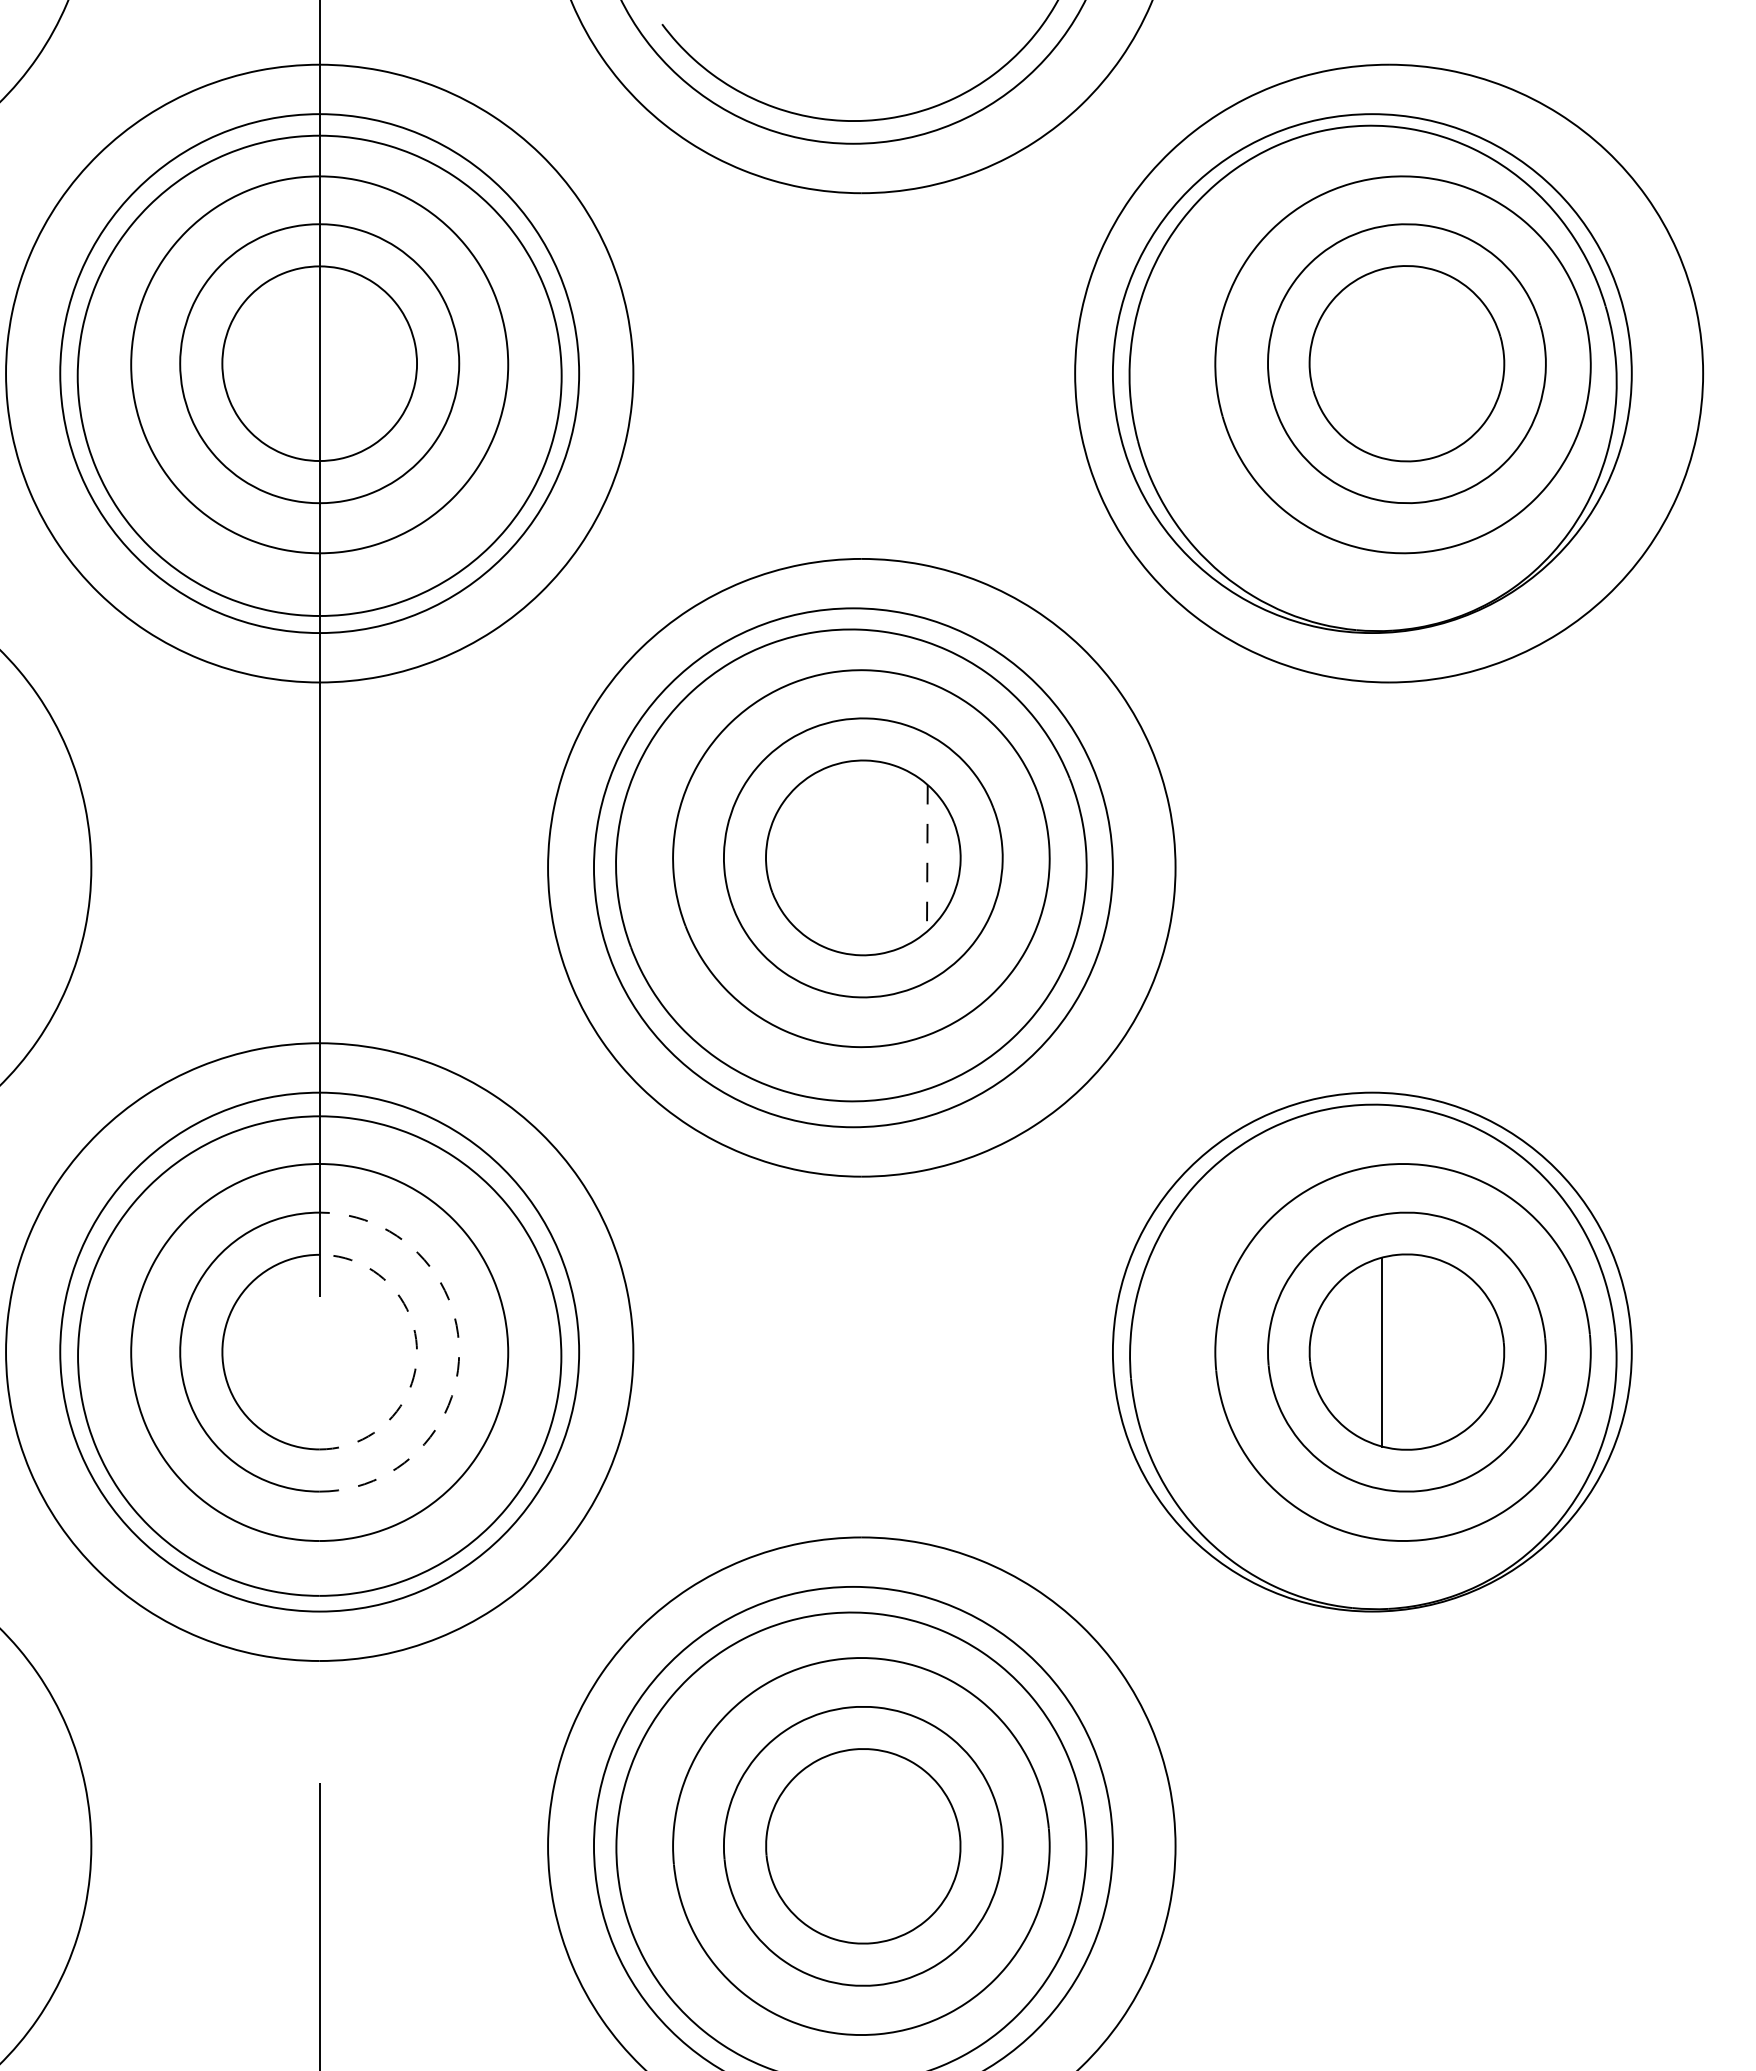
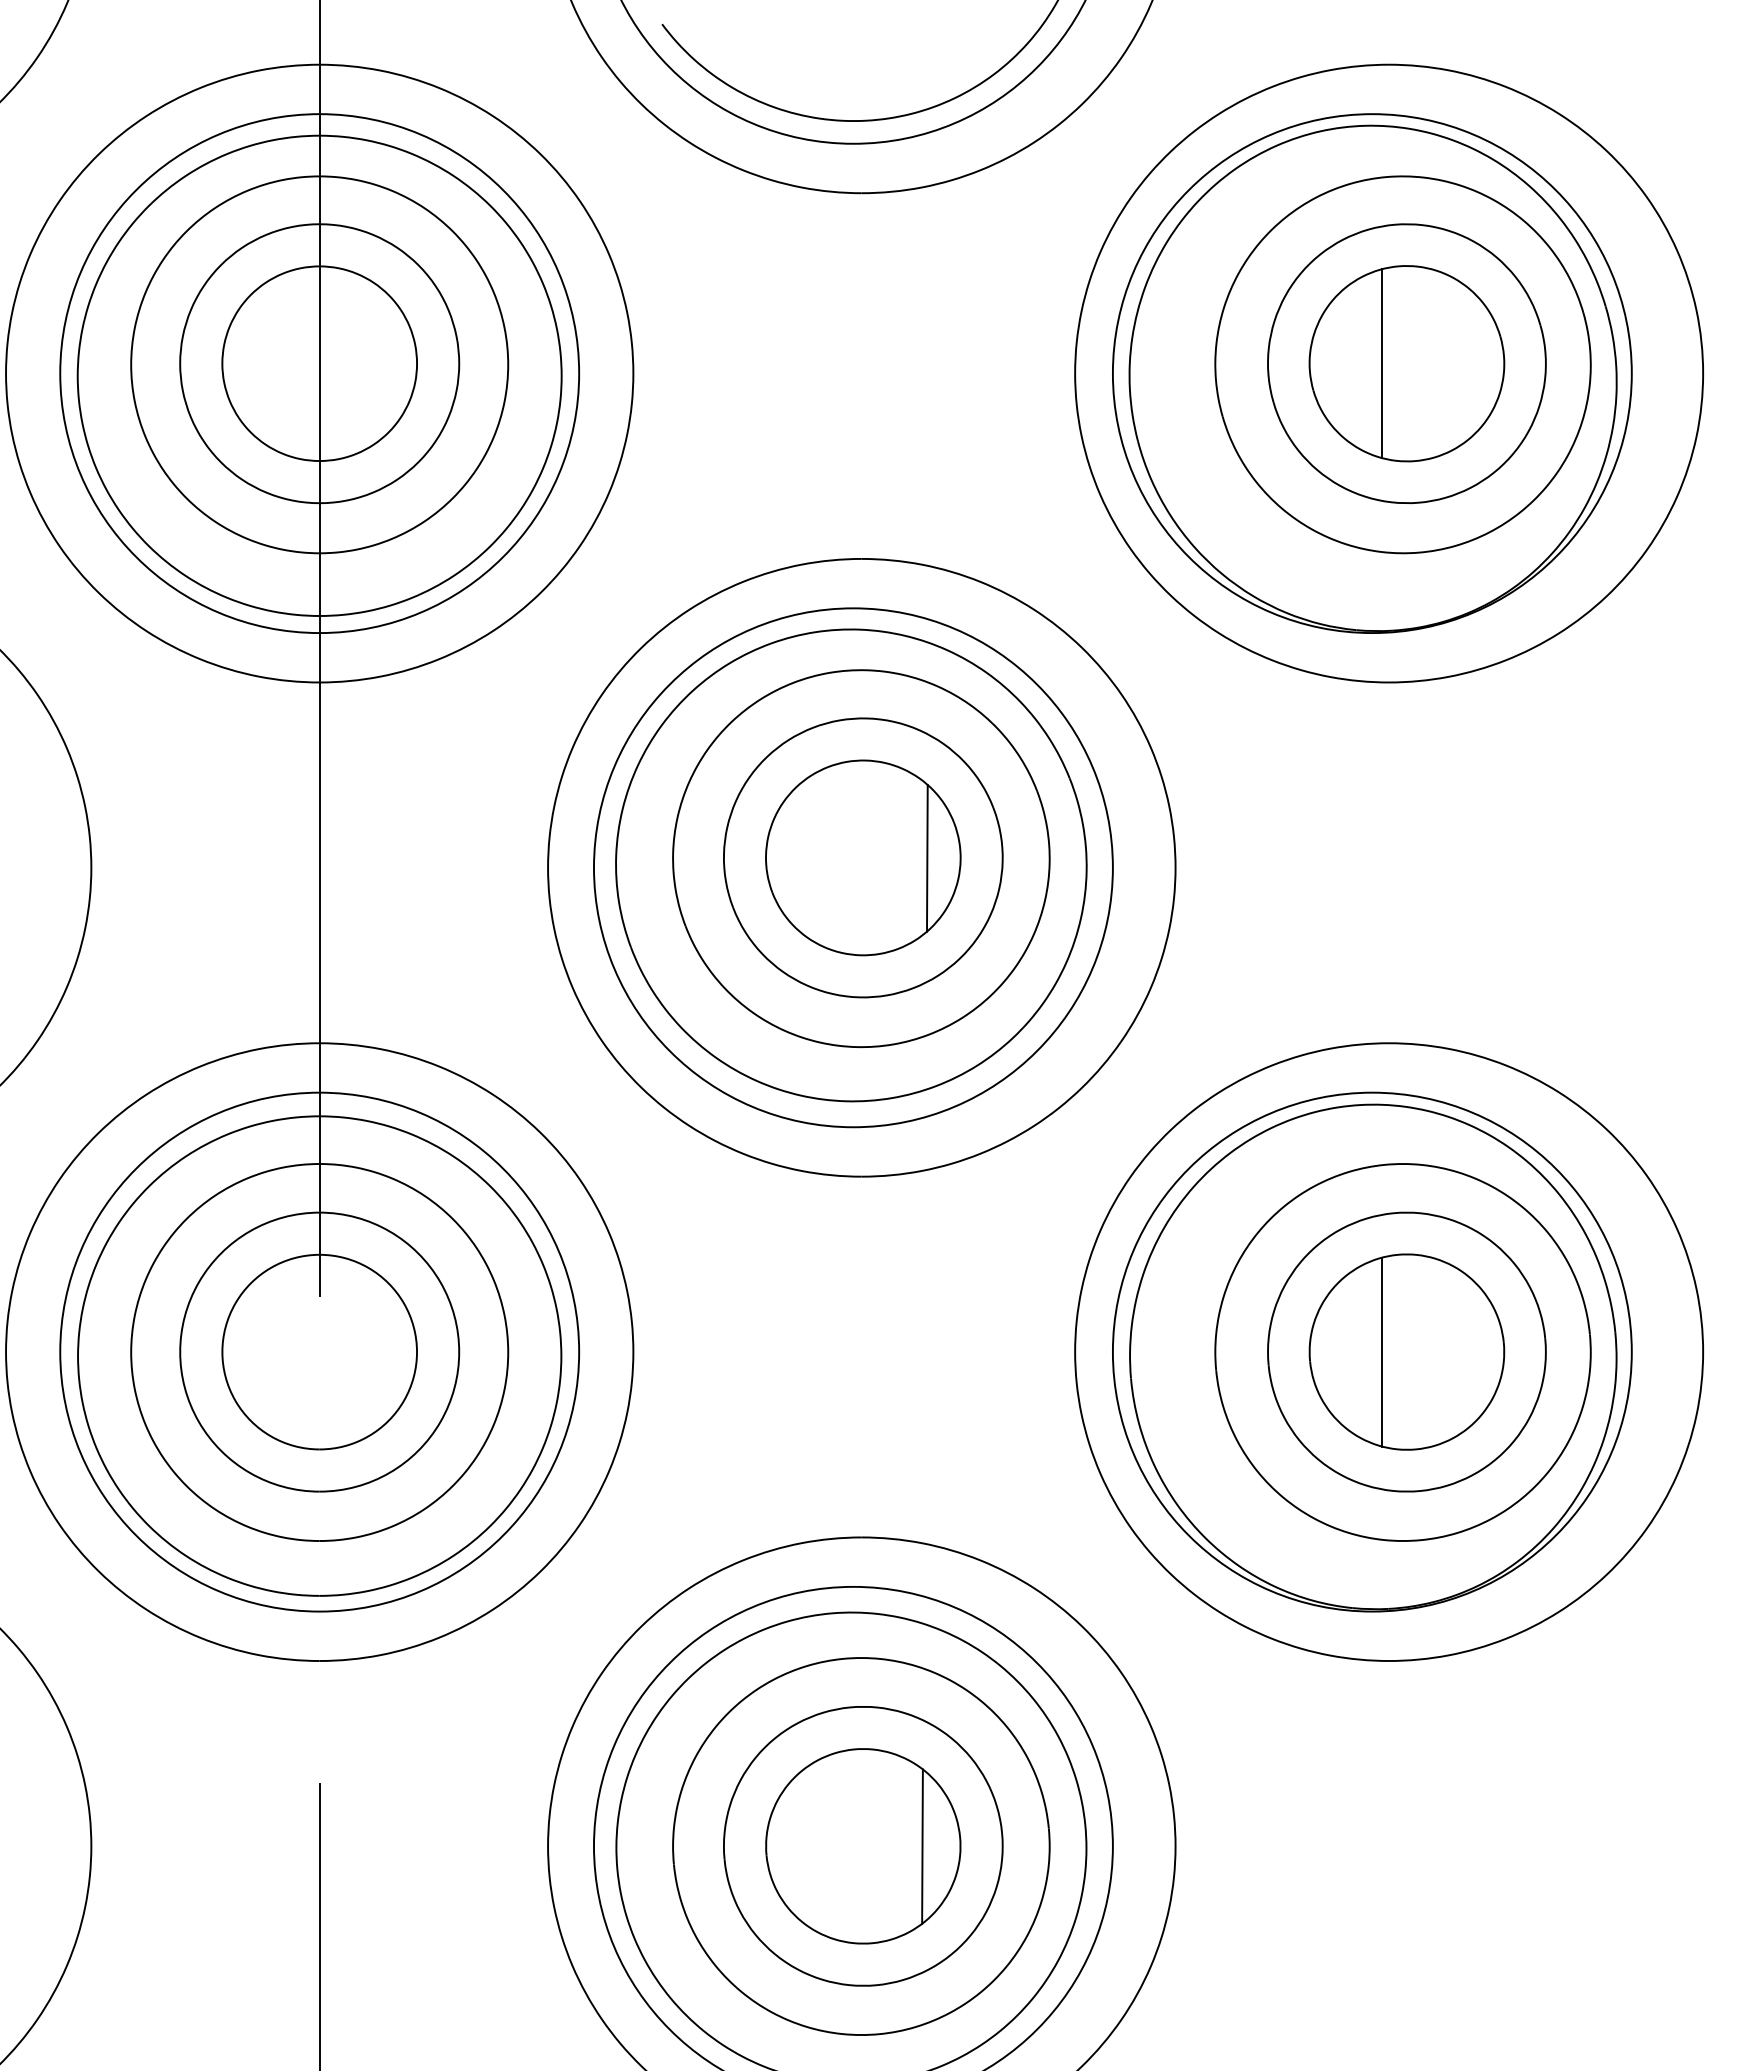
line at (1382, 363): none -> present
line at (927, 858): dashed -> solid
part at (1389, 1351): none -> present
arc at (417, 1352): dashed -> solid
arc at (459, 1352): dashed -> solid
line at (922, 1846): none -> present
